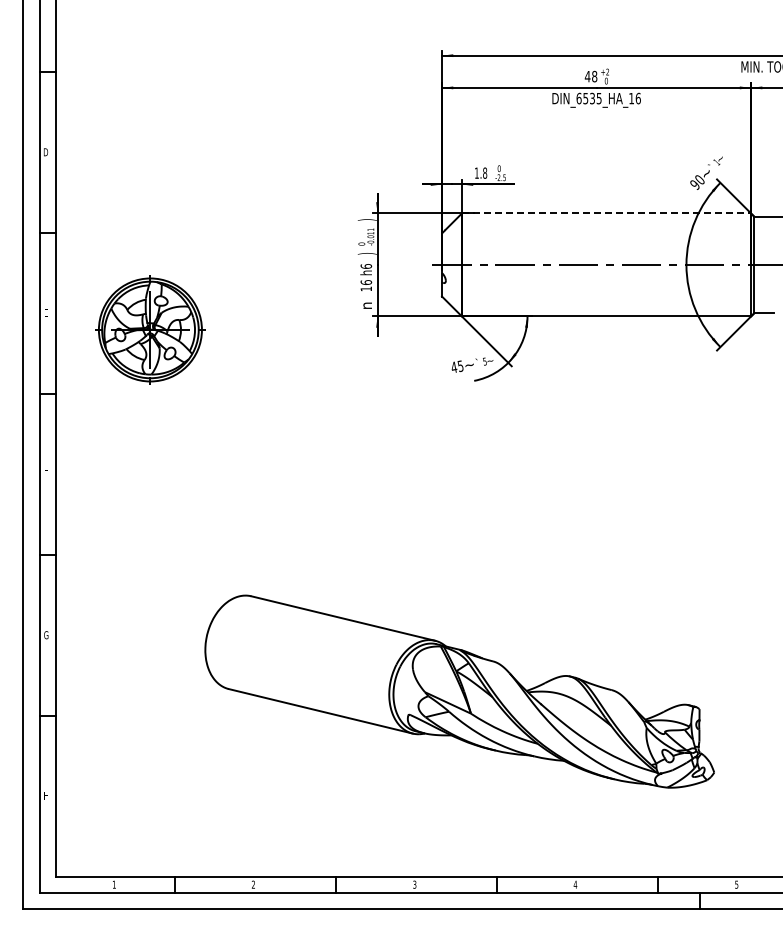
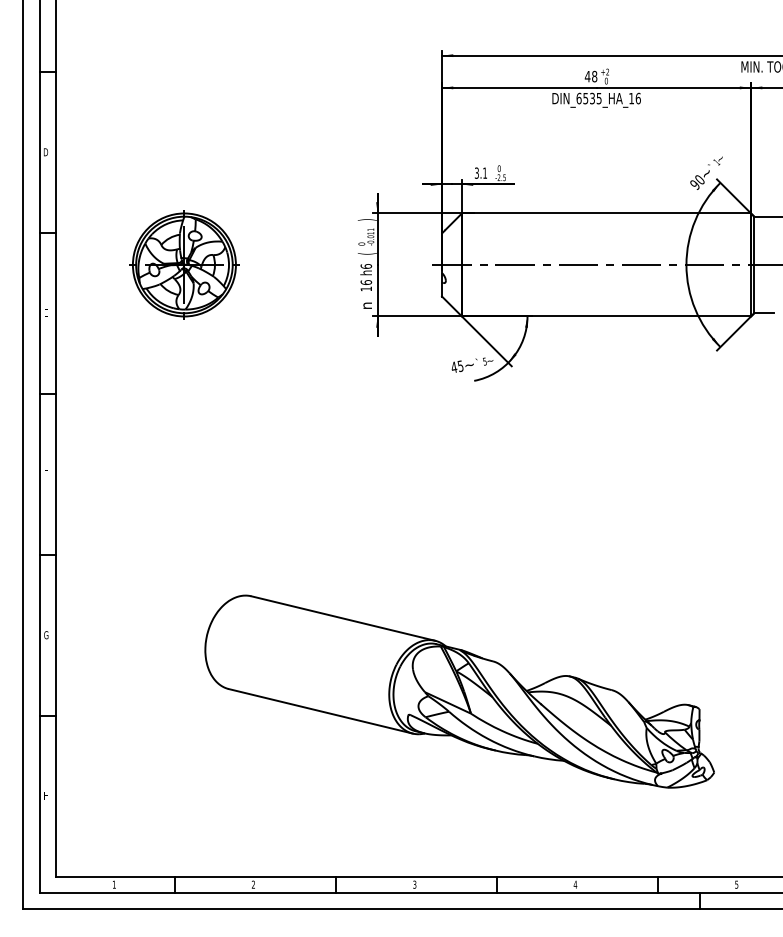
text at (480, 172): 1.8 -> 3.1
line at (606, 213): dashed -> solid
text at (366, 253): ) -> (
part at (150, 329) position: (150, 329) -> (184, 264)
